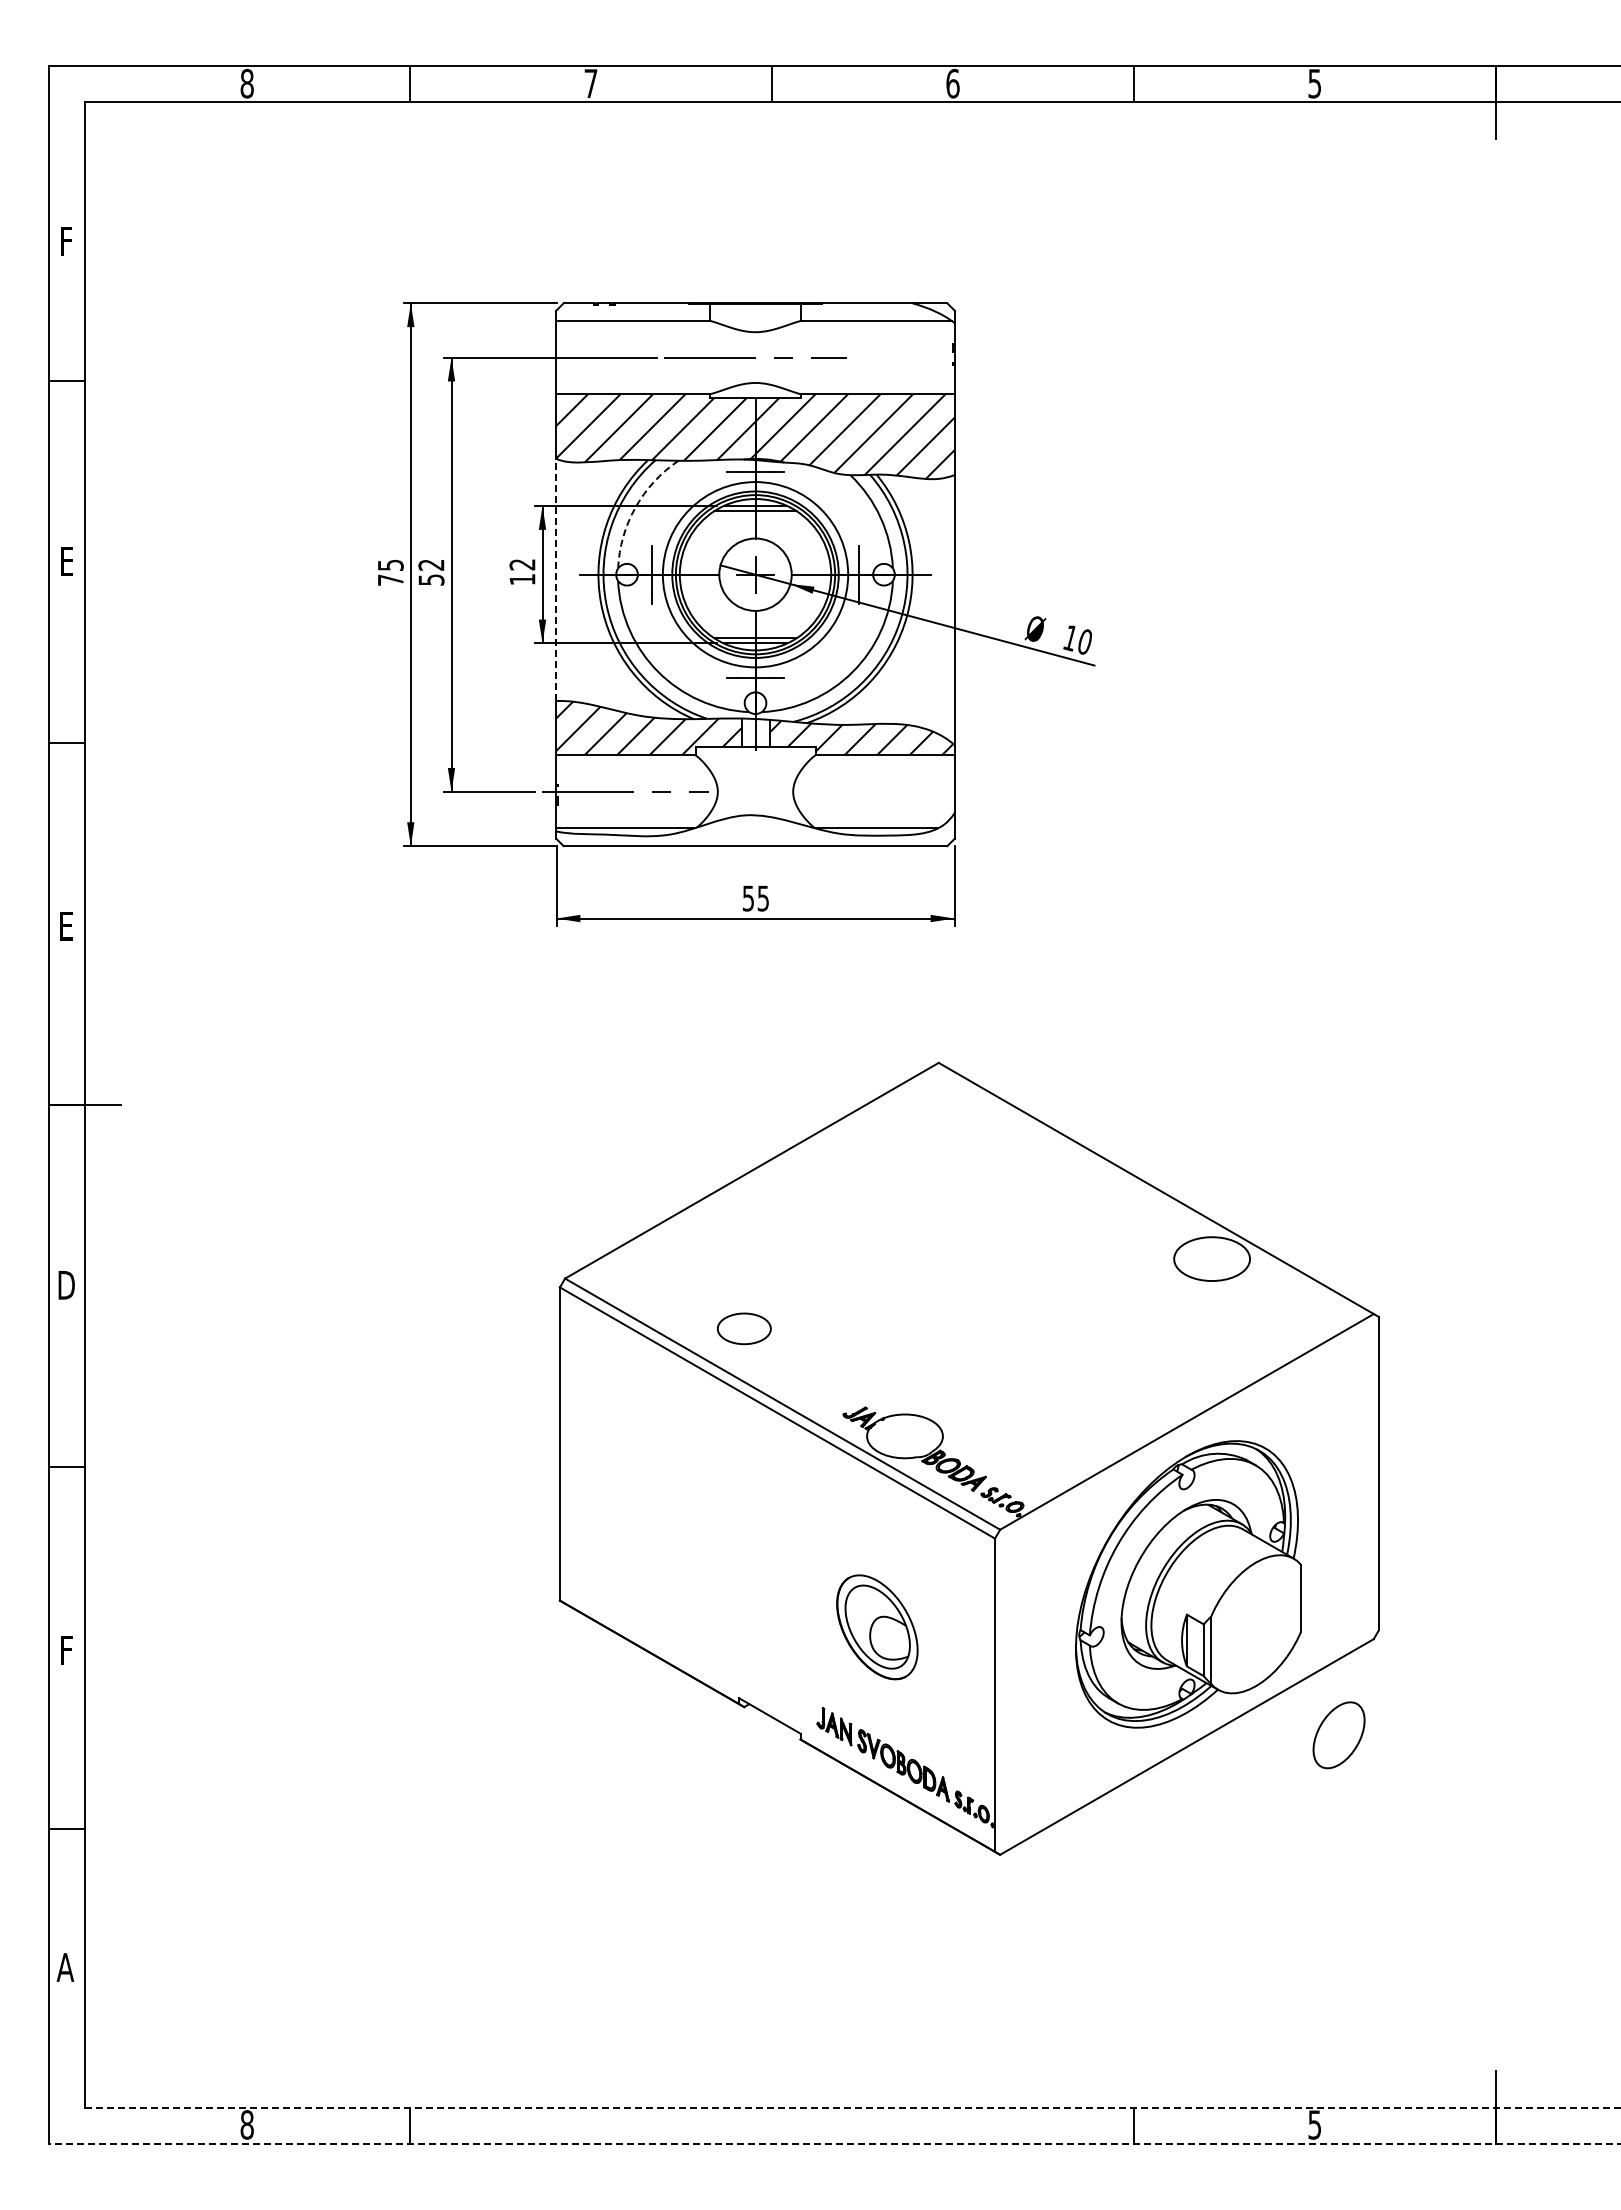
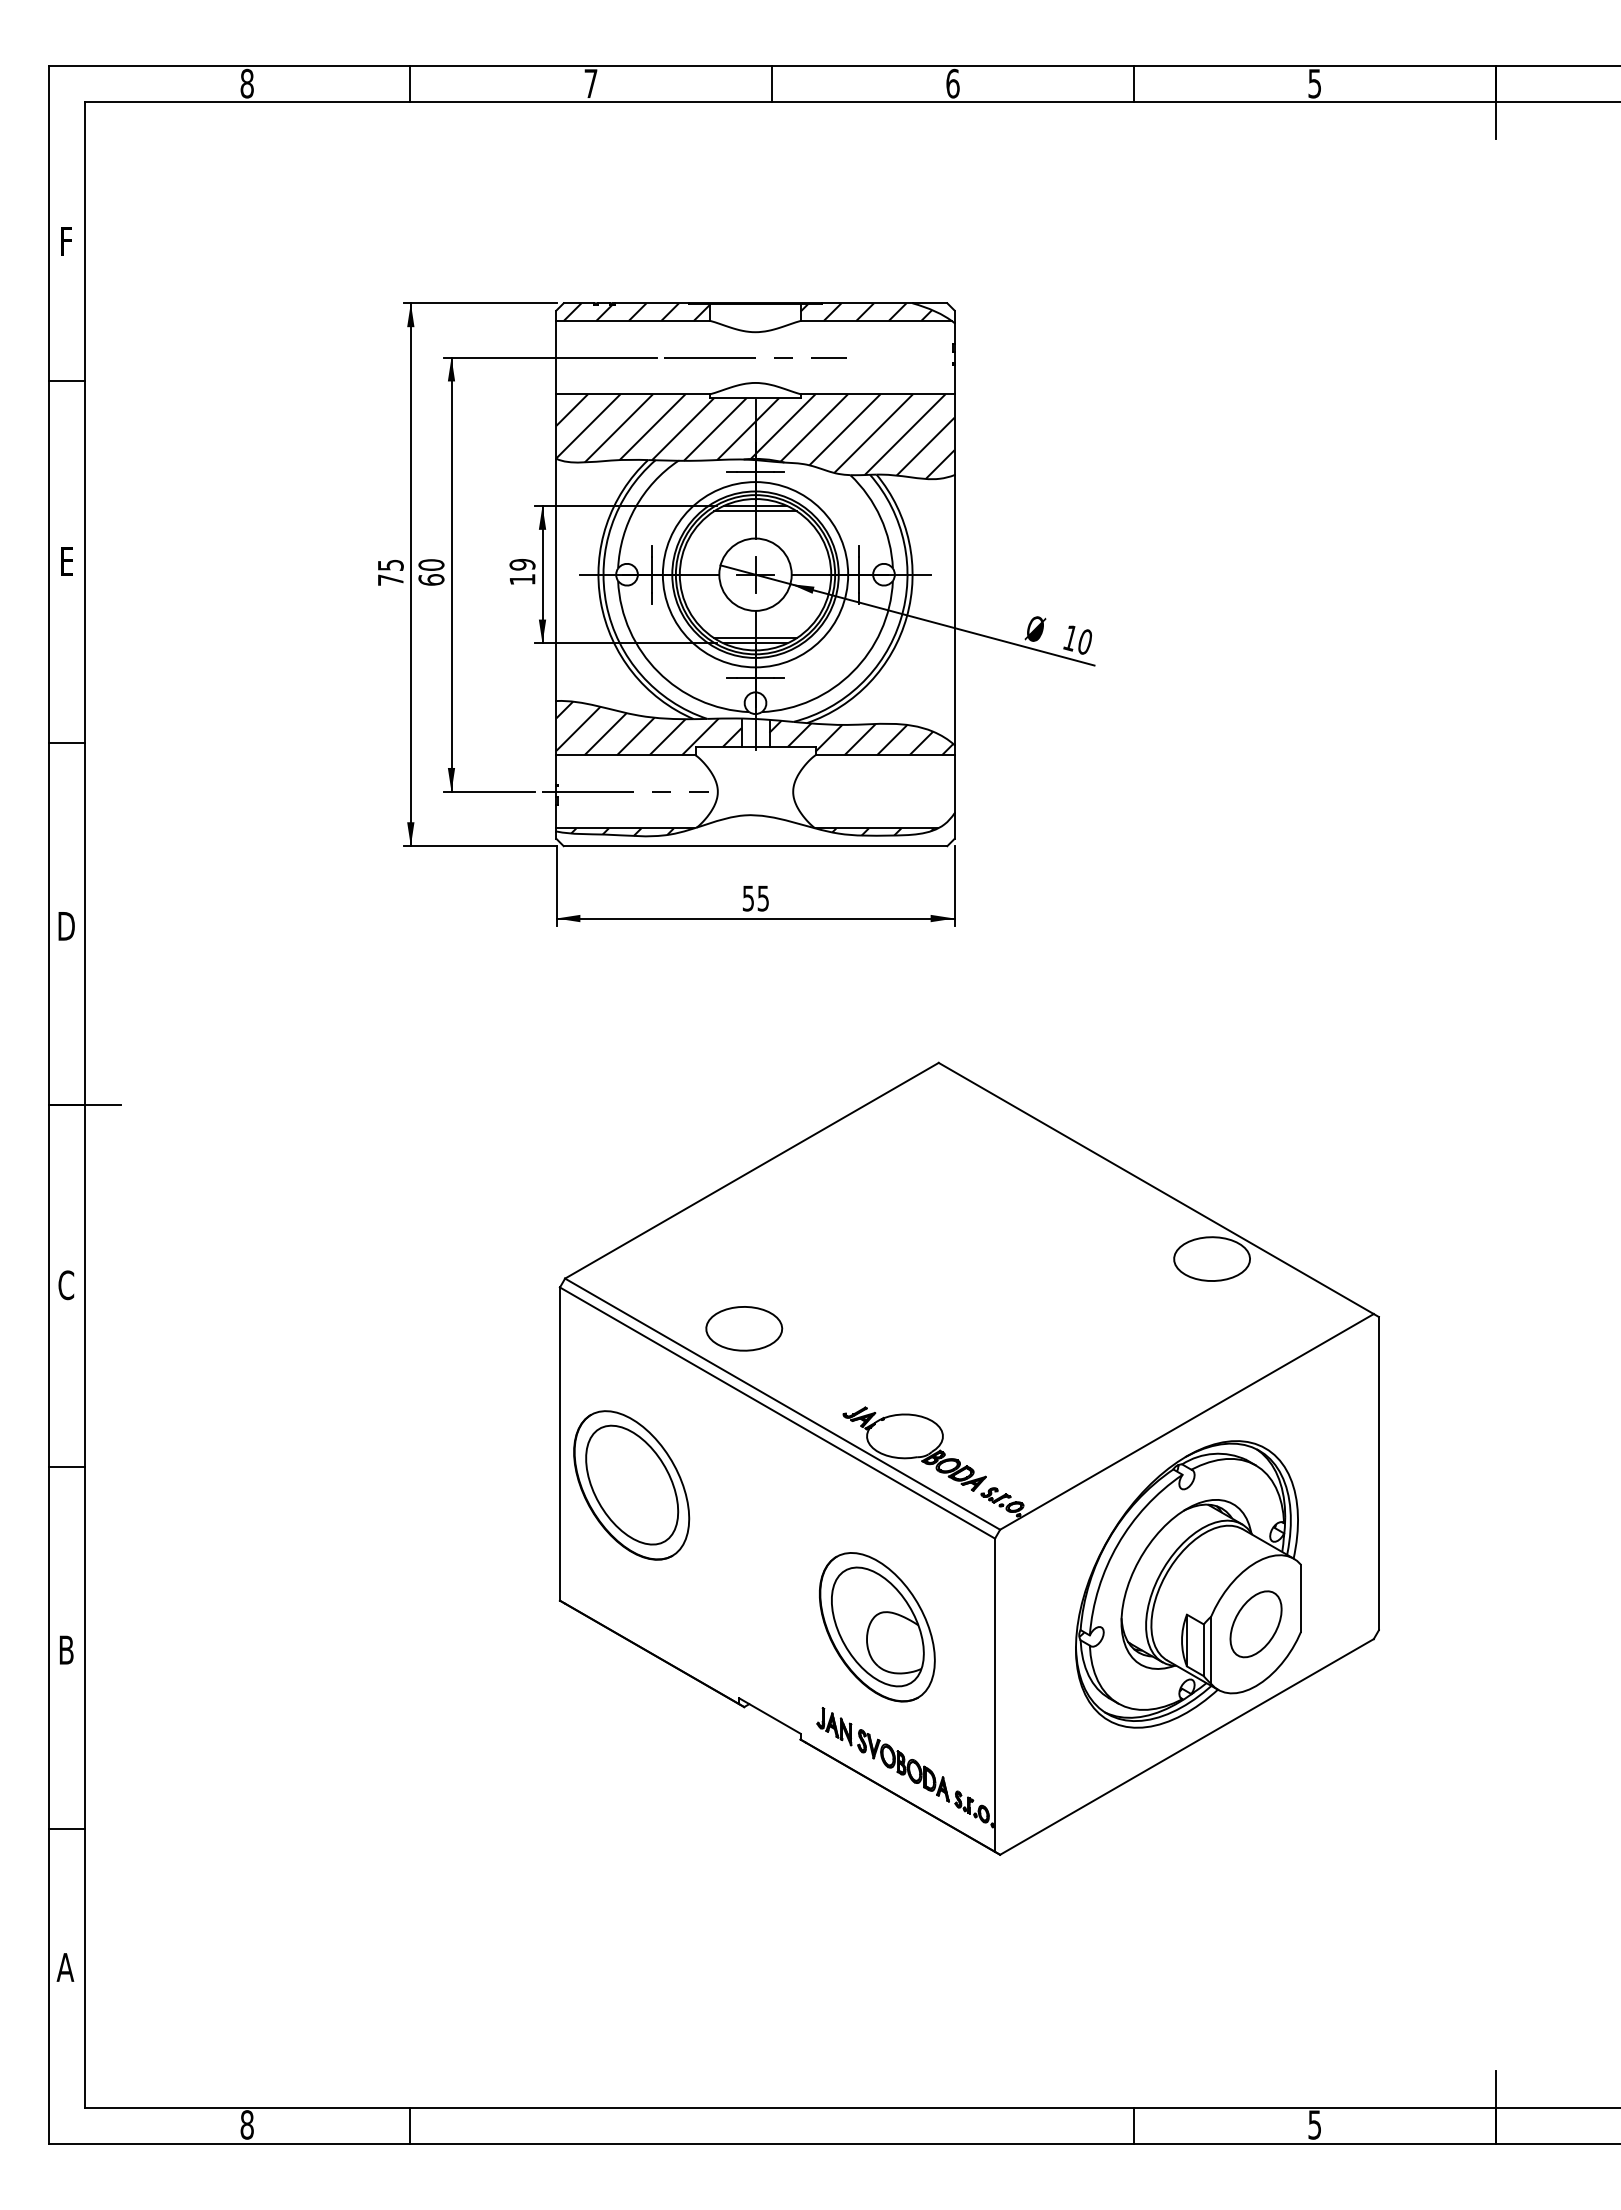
hatch at (636, 311): none -> present
hatch at (866, 311): none -> present
arc at (635, 507): dashed -> solid
text at (522, 564): 12 -> 19
text at (431, 572): 52 -> 60
line at (556, 579): dashed -> solid
hatch at (882, 831): none -> present
hatch at (622, 832): none -> present
text at (66, 926): E -> D
text at (66, 1285): D -> C
part at (743, 1328) size: 56x34 px -> 79x46 px
part at (631, 1485): none -> present
part at (877, 1627) size: 83x107 px -> 117x151 px
text at (66, 1649): F -> B
part at (1338, 1735) position: (1338, 1735) -> (1255, 1624)
line at (852, 2107): dashed -> solid
line at (834, 2143): dashed -> solid
